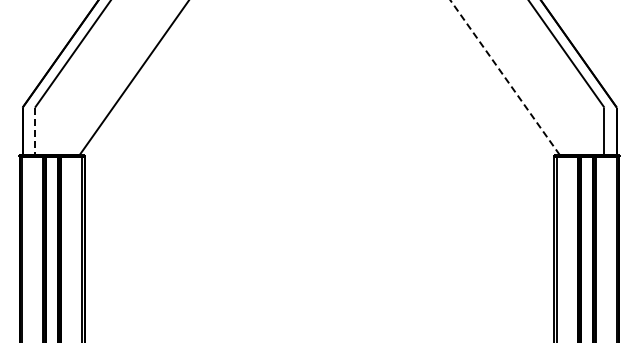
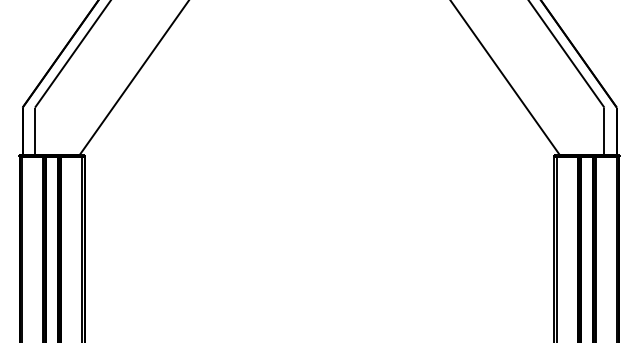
line at (505, 77): dashed -> solid
line at (35, 131): dashed -> solid
